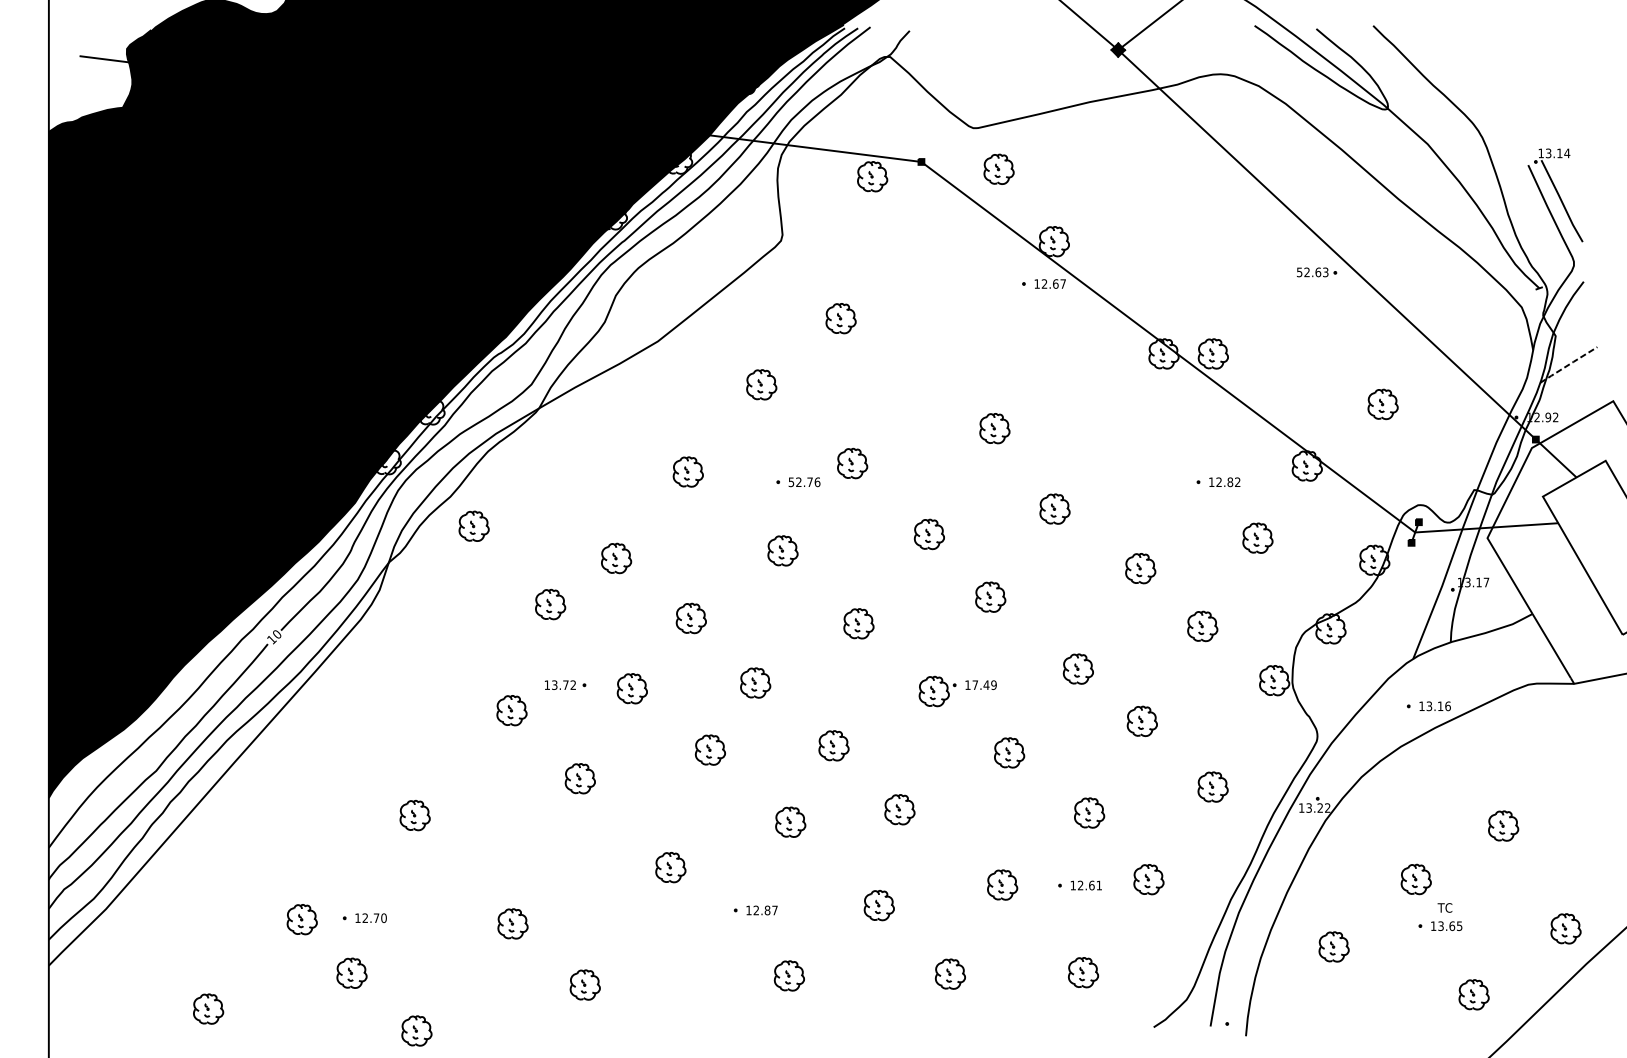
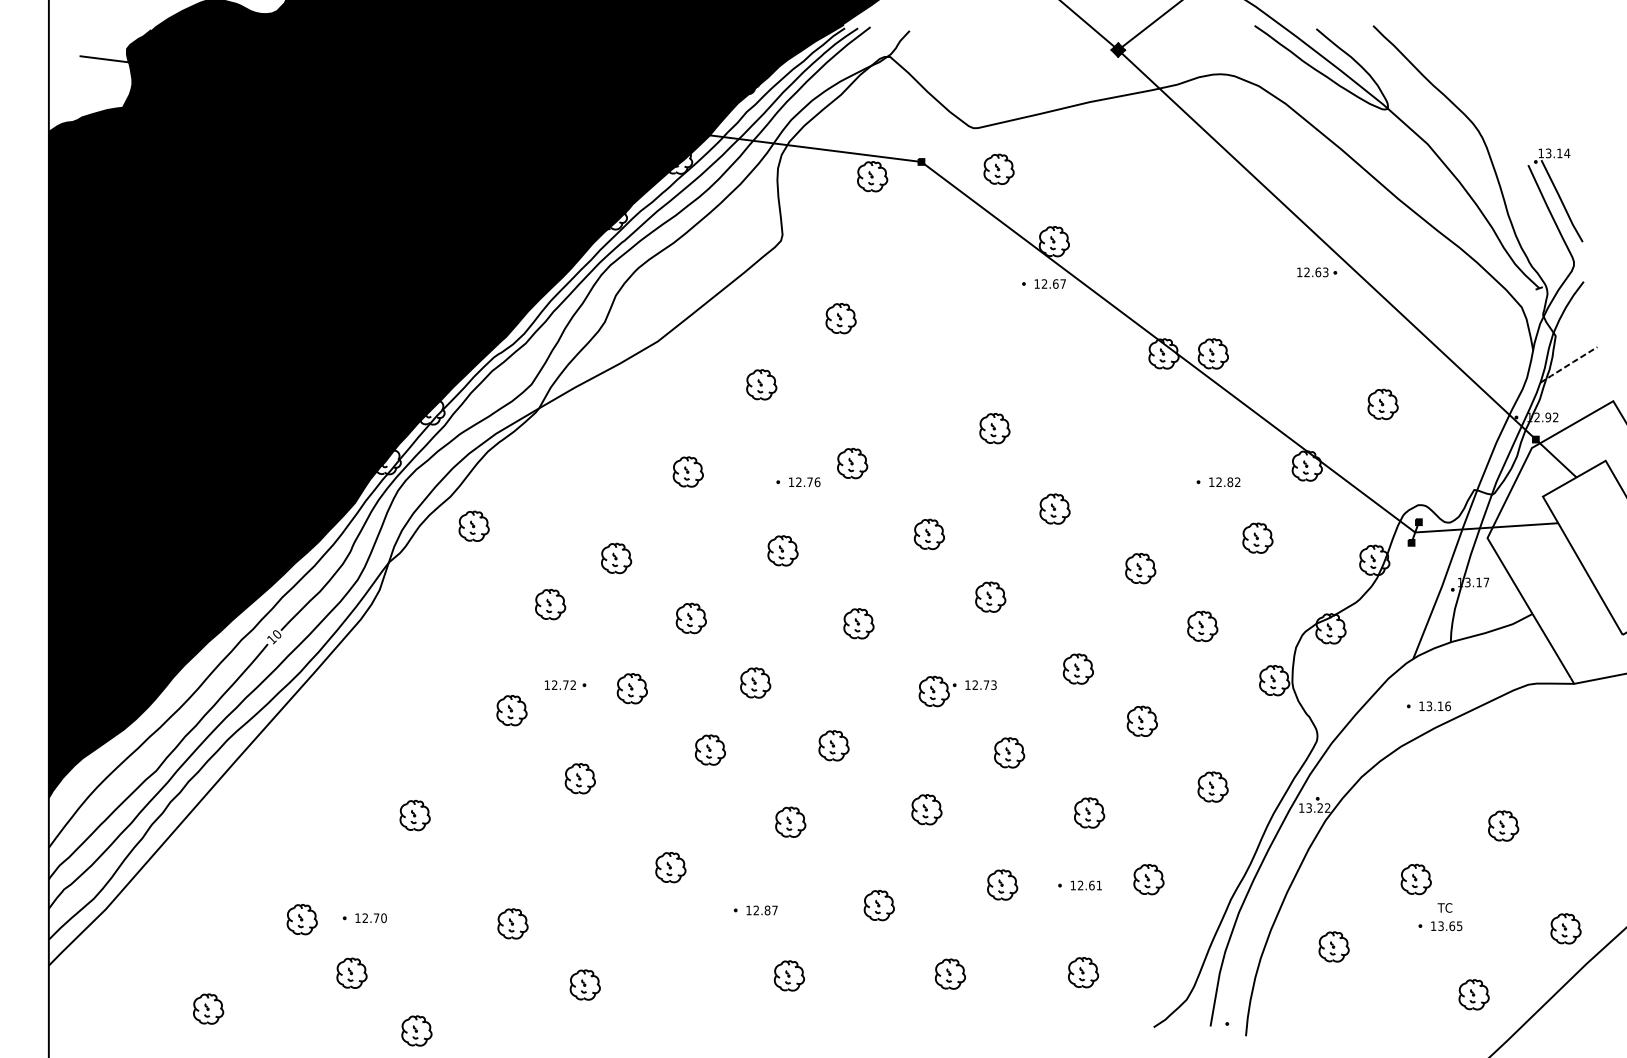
text at (1299, 272): 52.63 -> 12.63
text at (791, 482): 52.76 -> 12.76
text at (984, 684): 17.49 -> 12.73
text at (554, 685): 13.72 -> 12.72
part at (899, 809) position: (899, 809) -> (926, 809)
